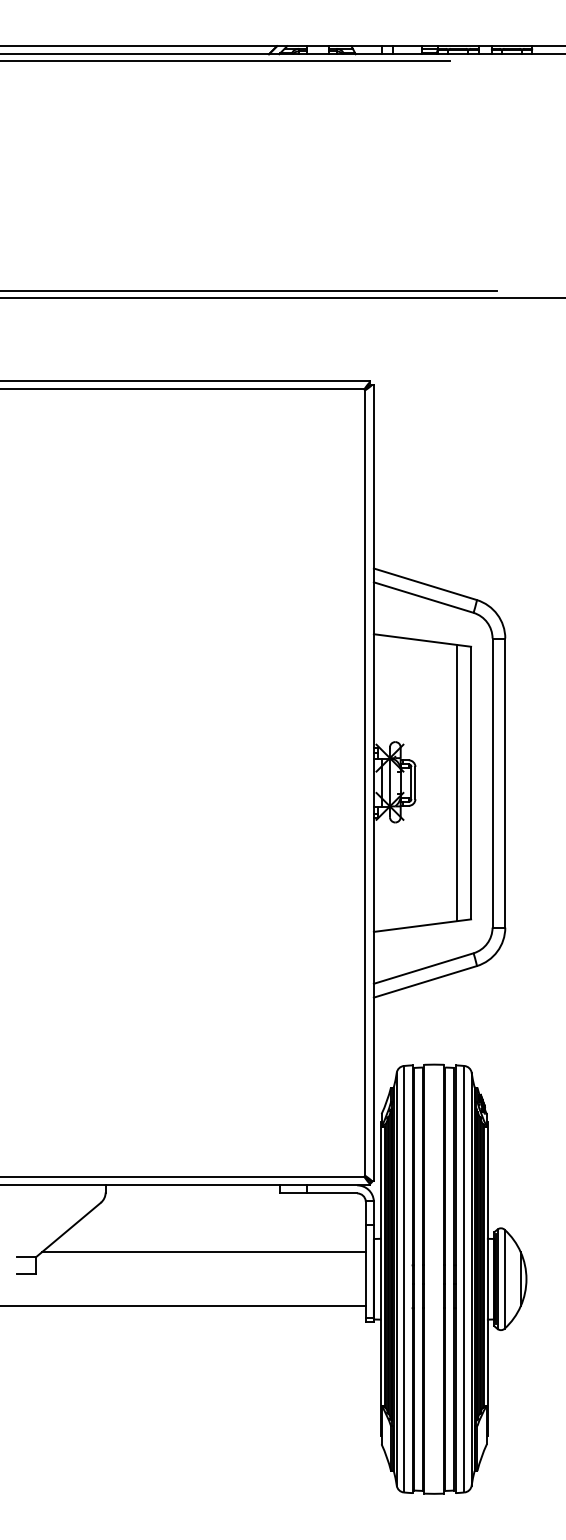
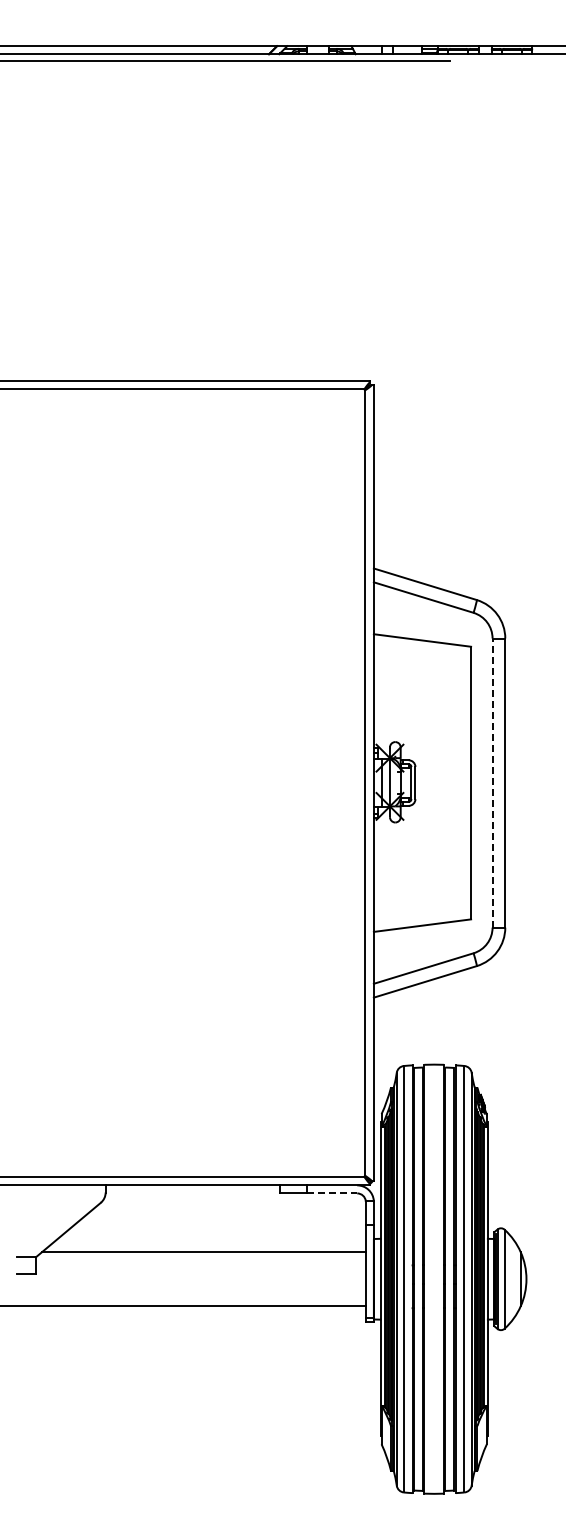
line at (249, 291): present -> none
line at (282, 298): present -> none
line at (457, 782): present -> none
line at (492, 783): solid -> dashed
line at (332, 1193): solid -> dashed
